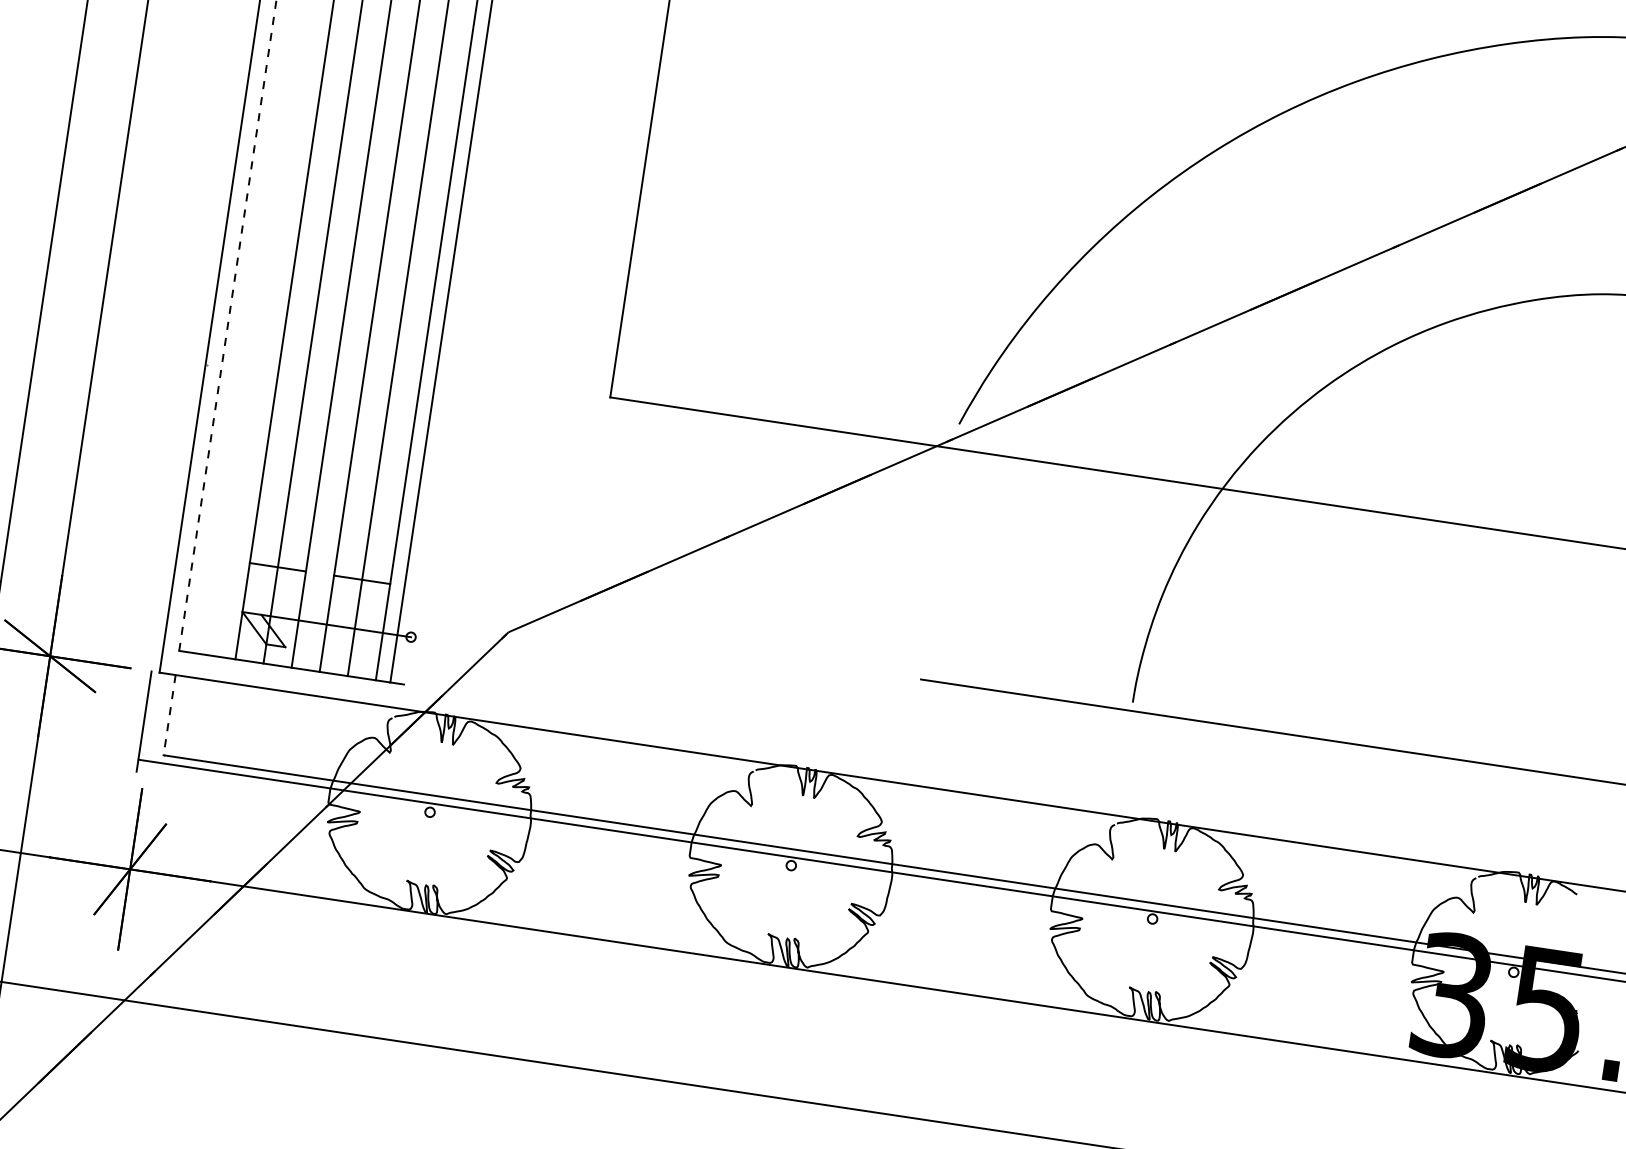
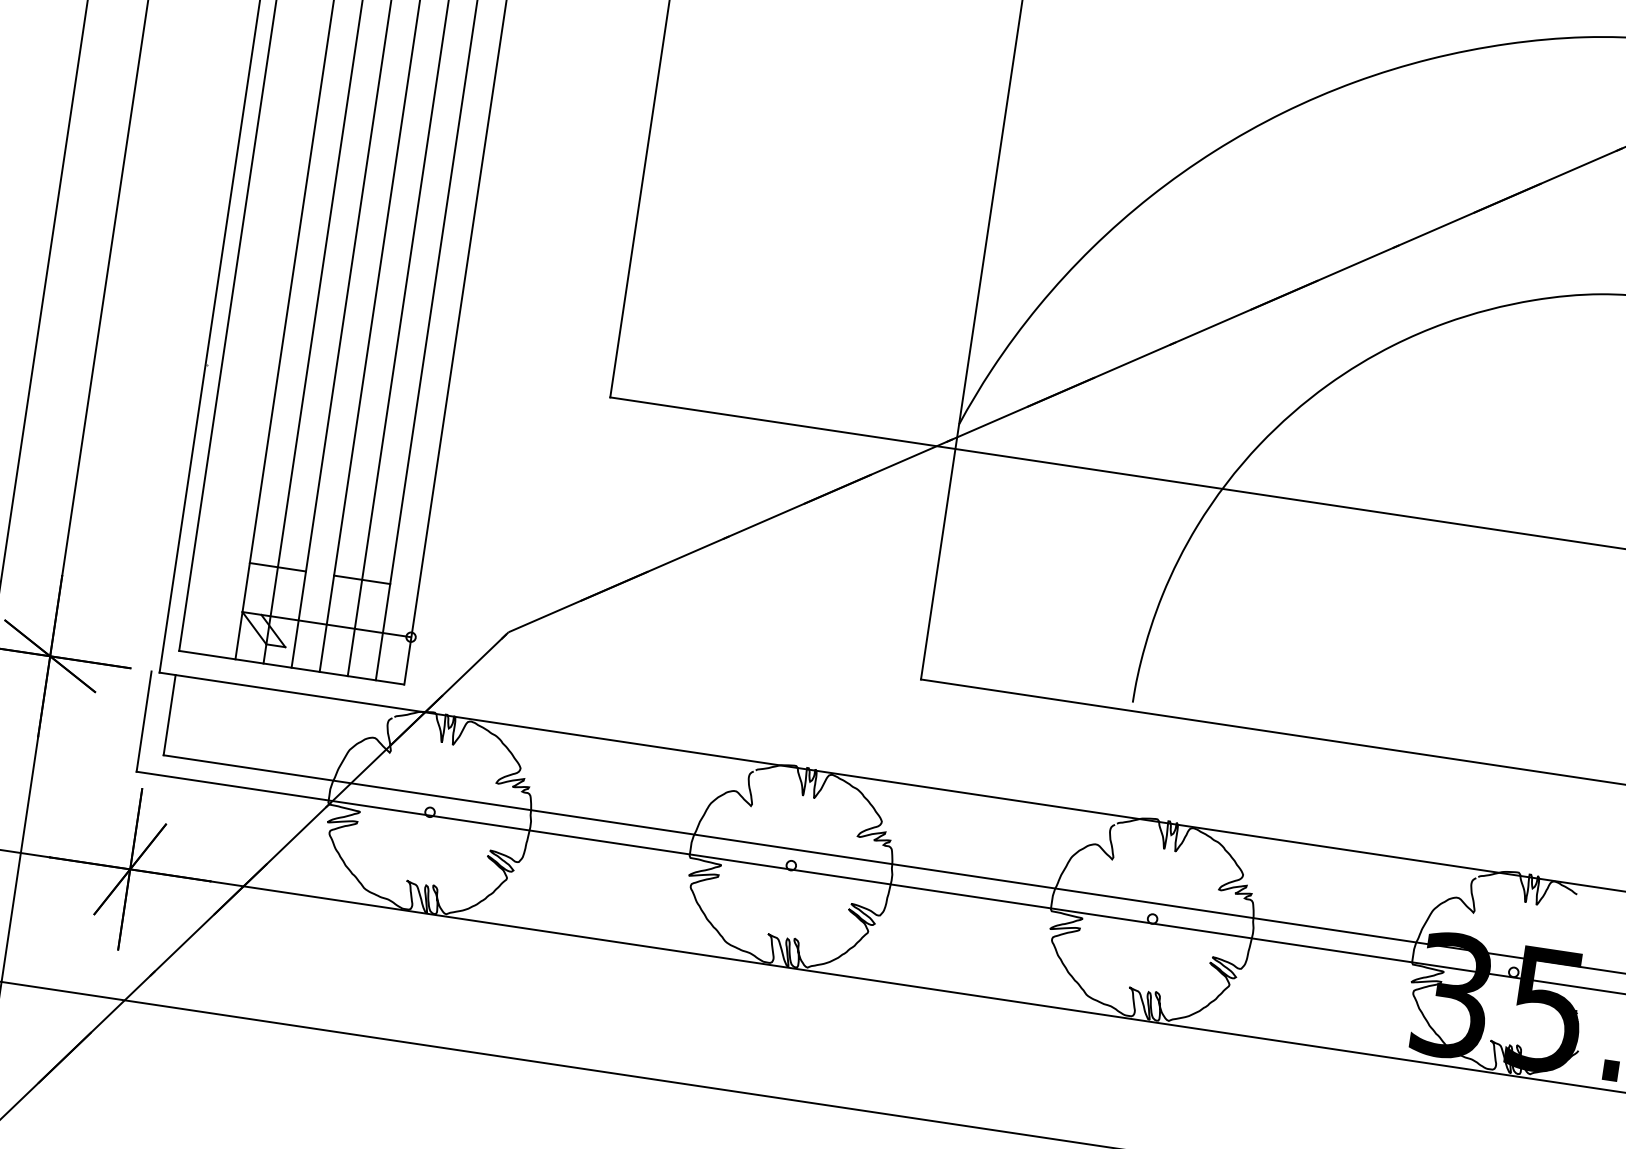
line at (227, 325): dashed -> solid
line at (971, 340): none -> present
line at (440, 342) position: (440, 342) -> (455, 343)
line at (169, 715): dashed -> solid
line at (880, 870) position: (880, 870) -> (879, 882)
